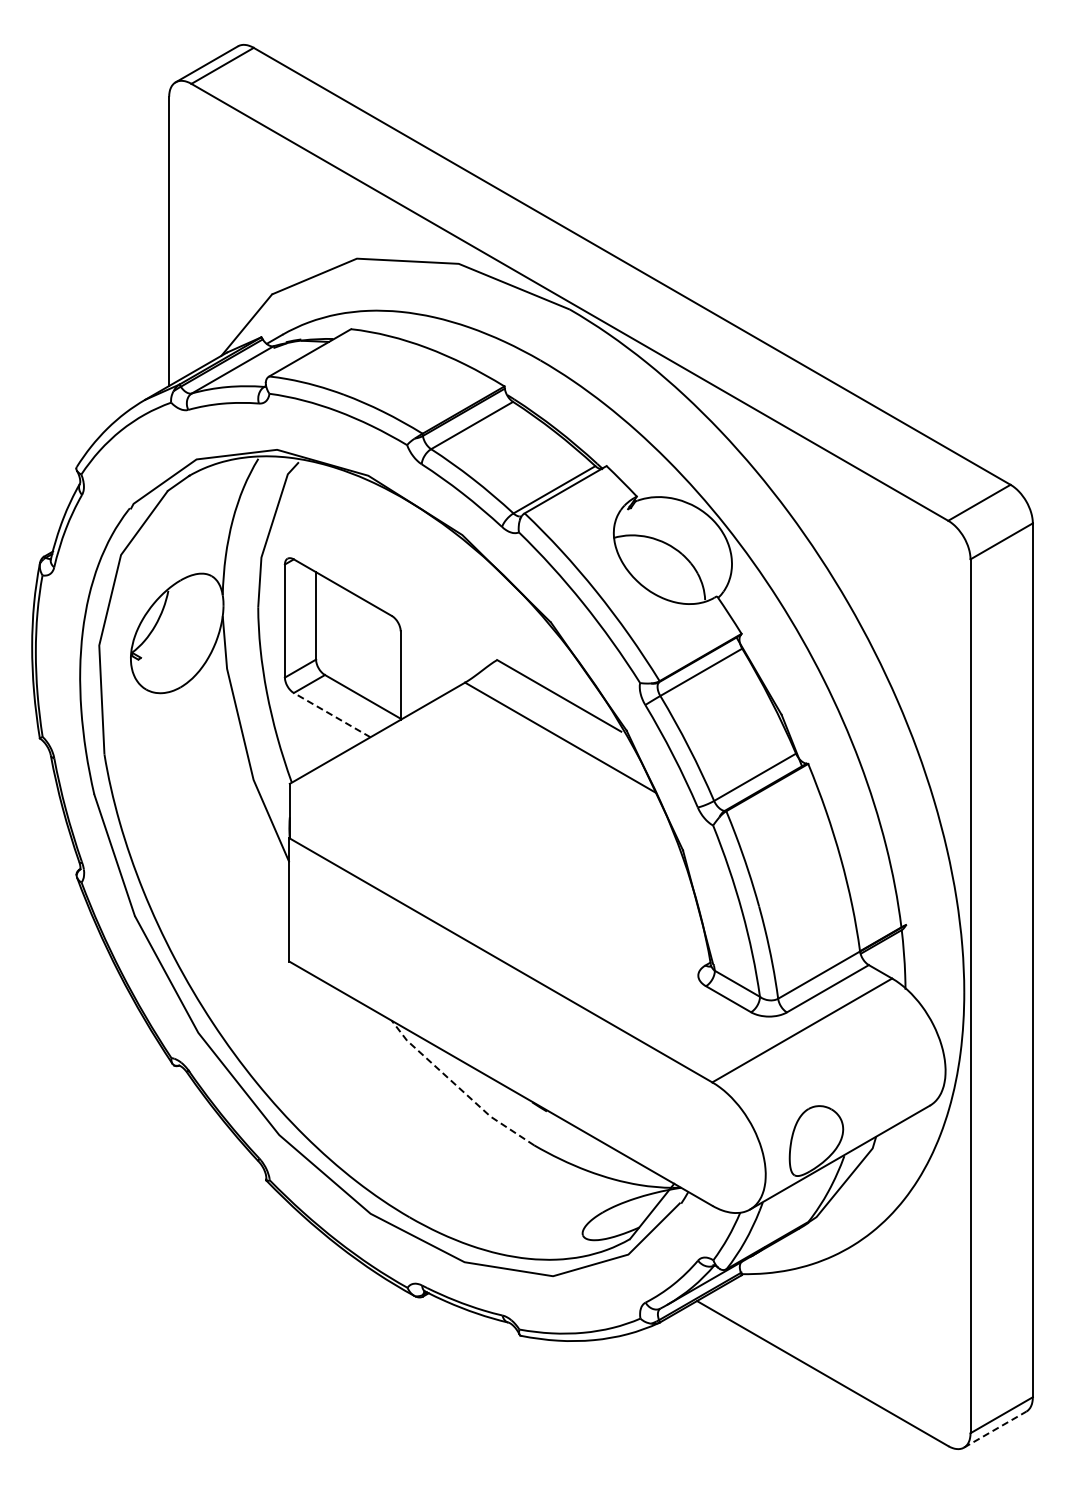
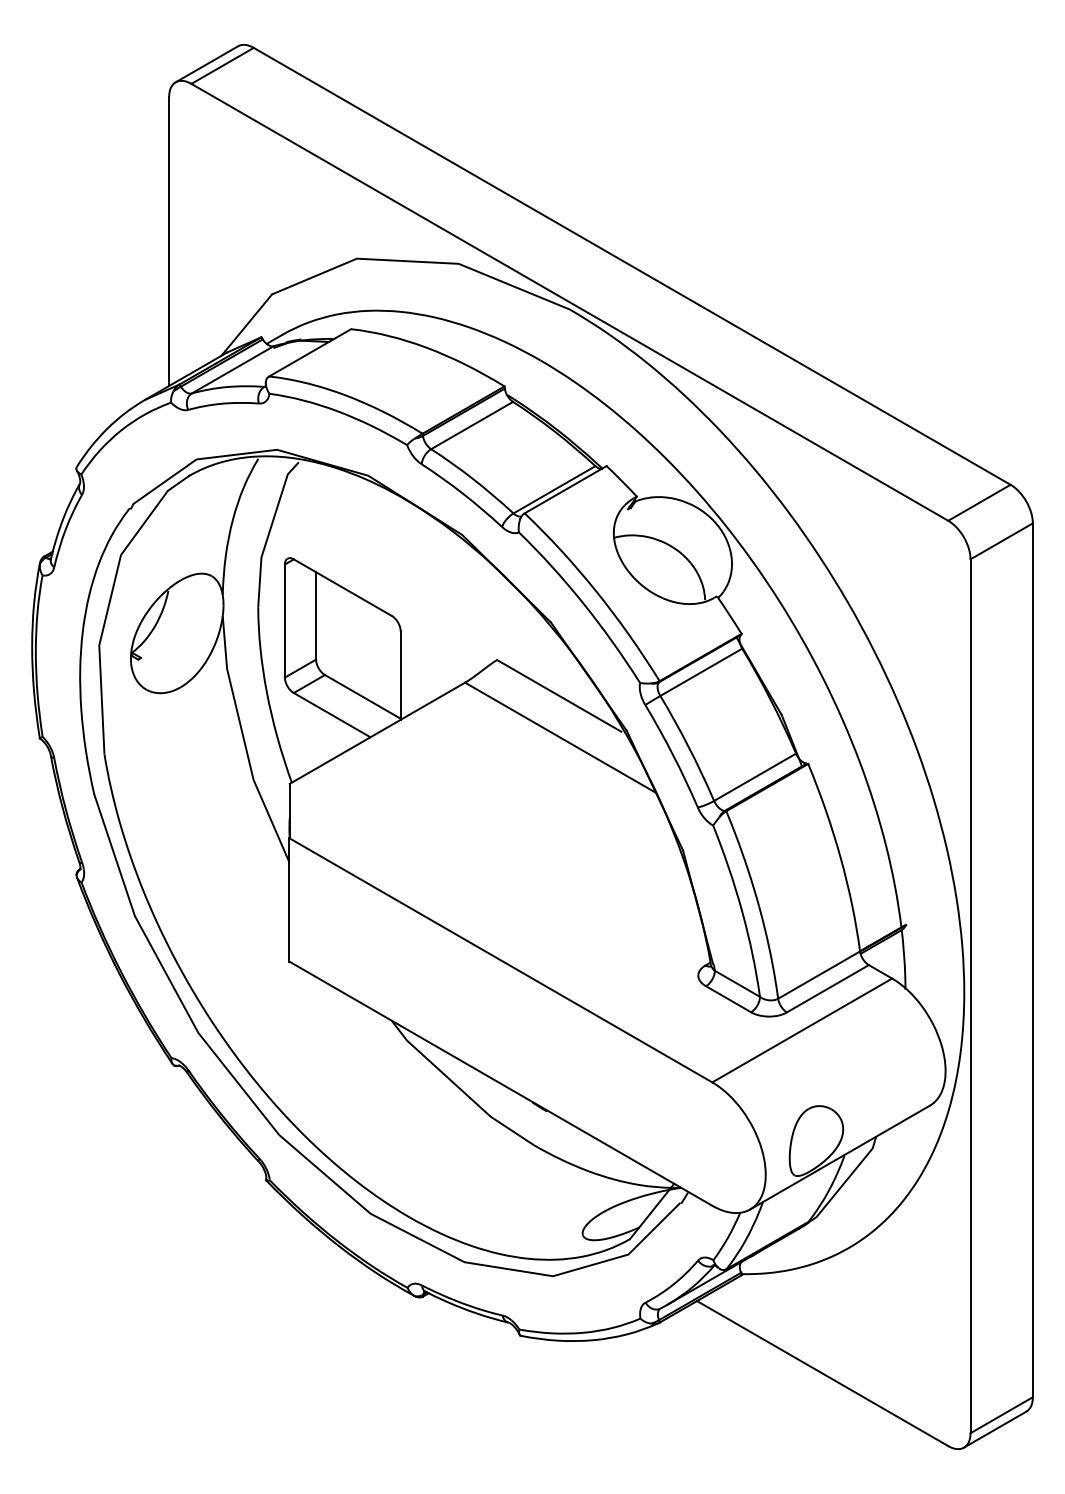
line at (331, 714): dashed -> solid
line at (458, 1087): dashed -> solid
line at (995, 1429): dashed -> solid
